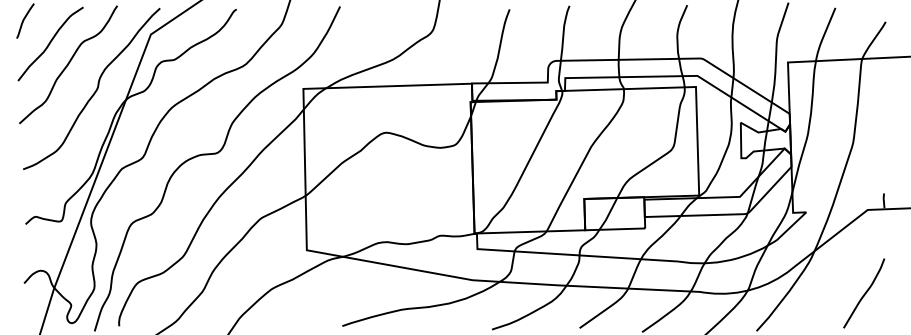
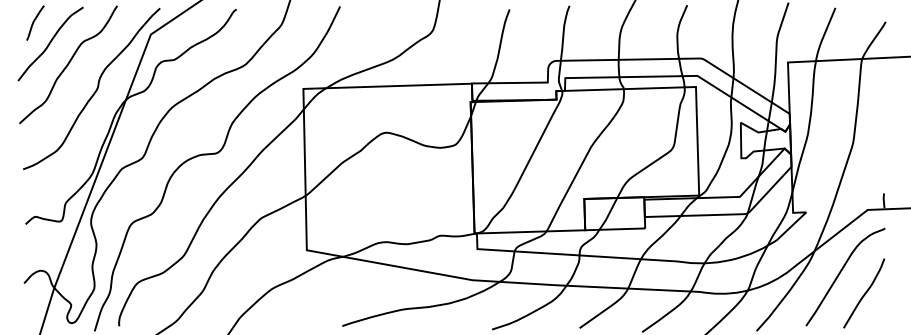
curve at (24, 20) position: (24, 20) -> (34, 22)
curve at (841, 272): none -> present
